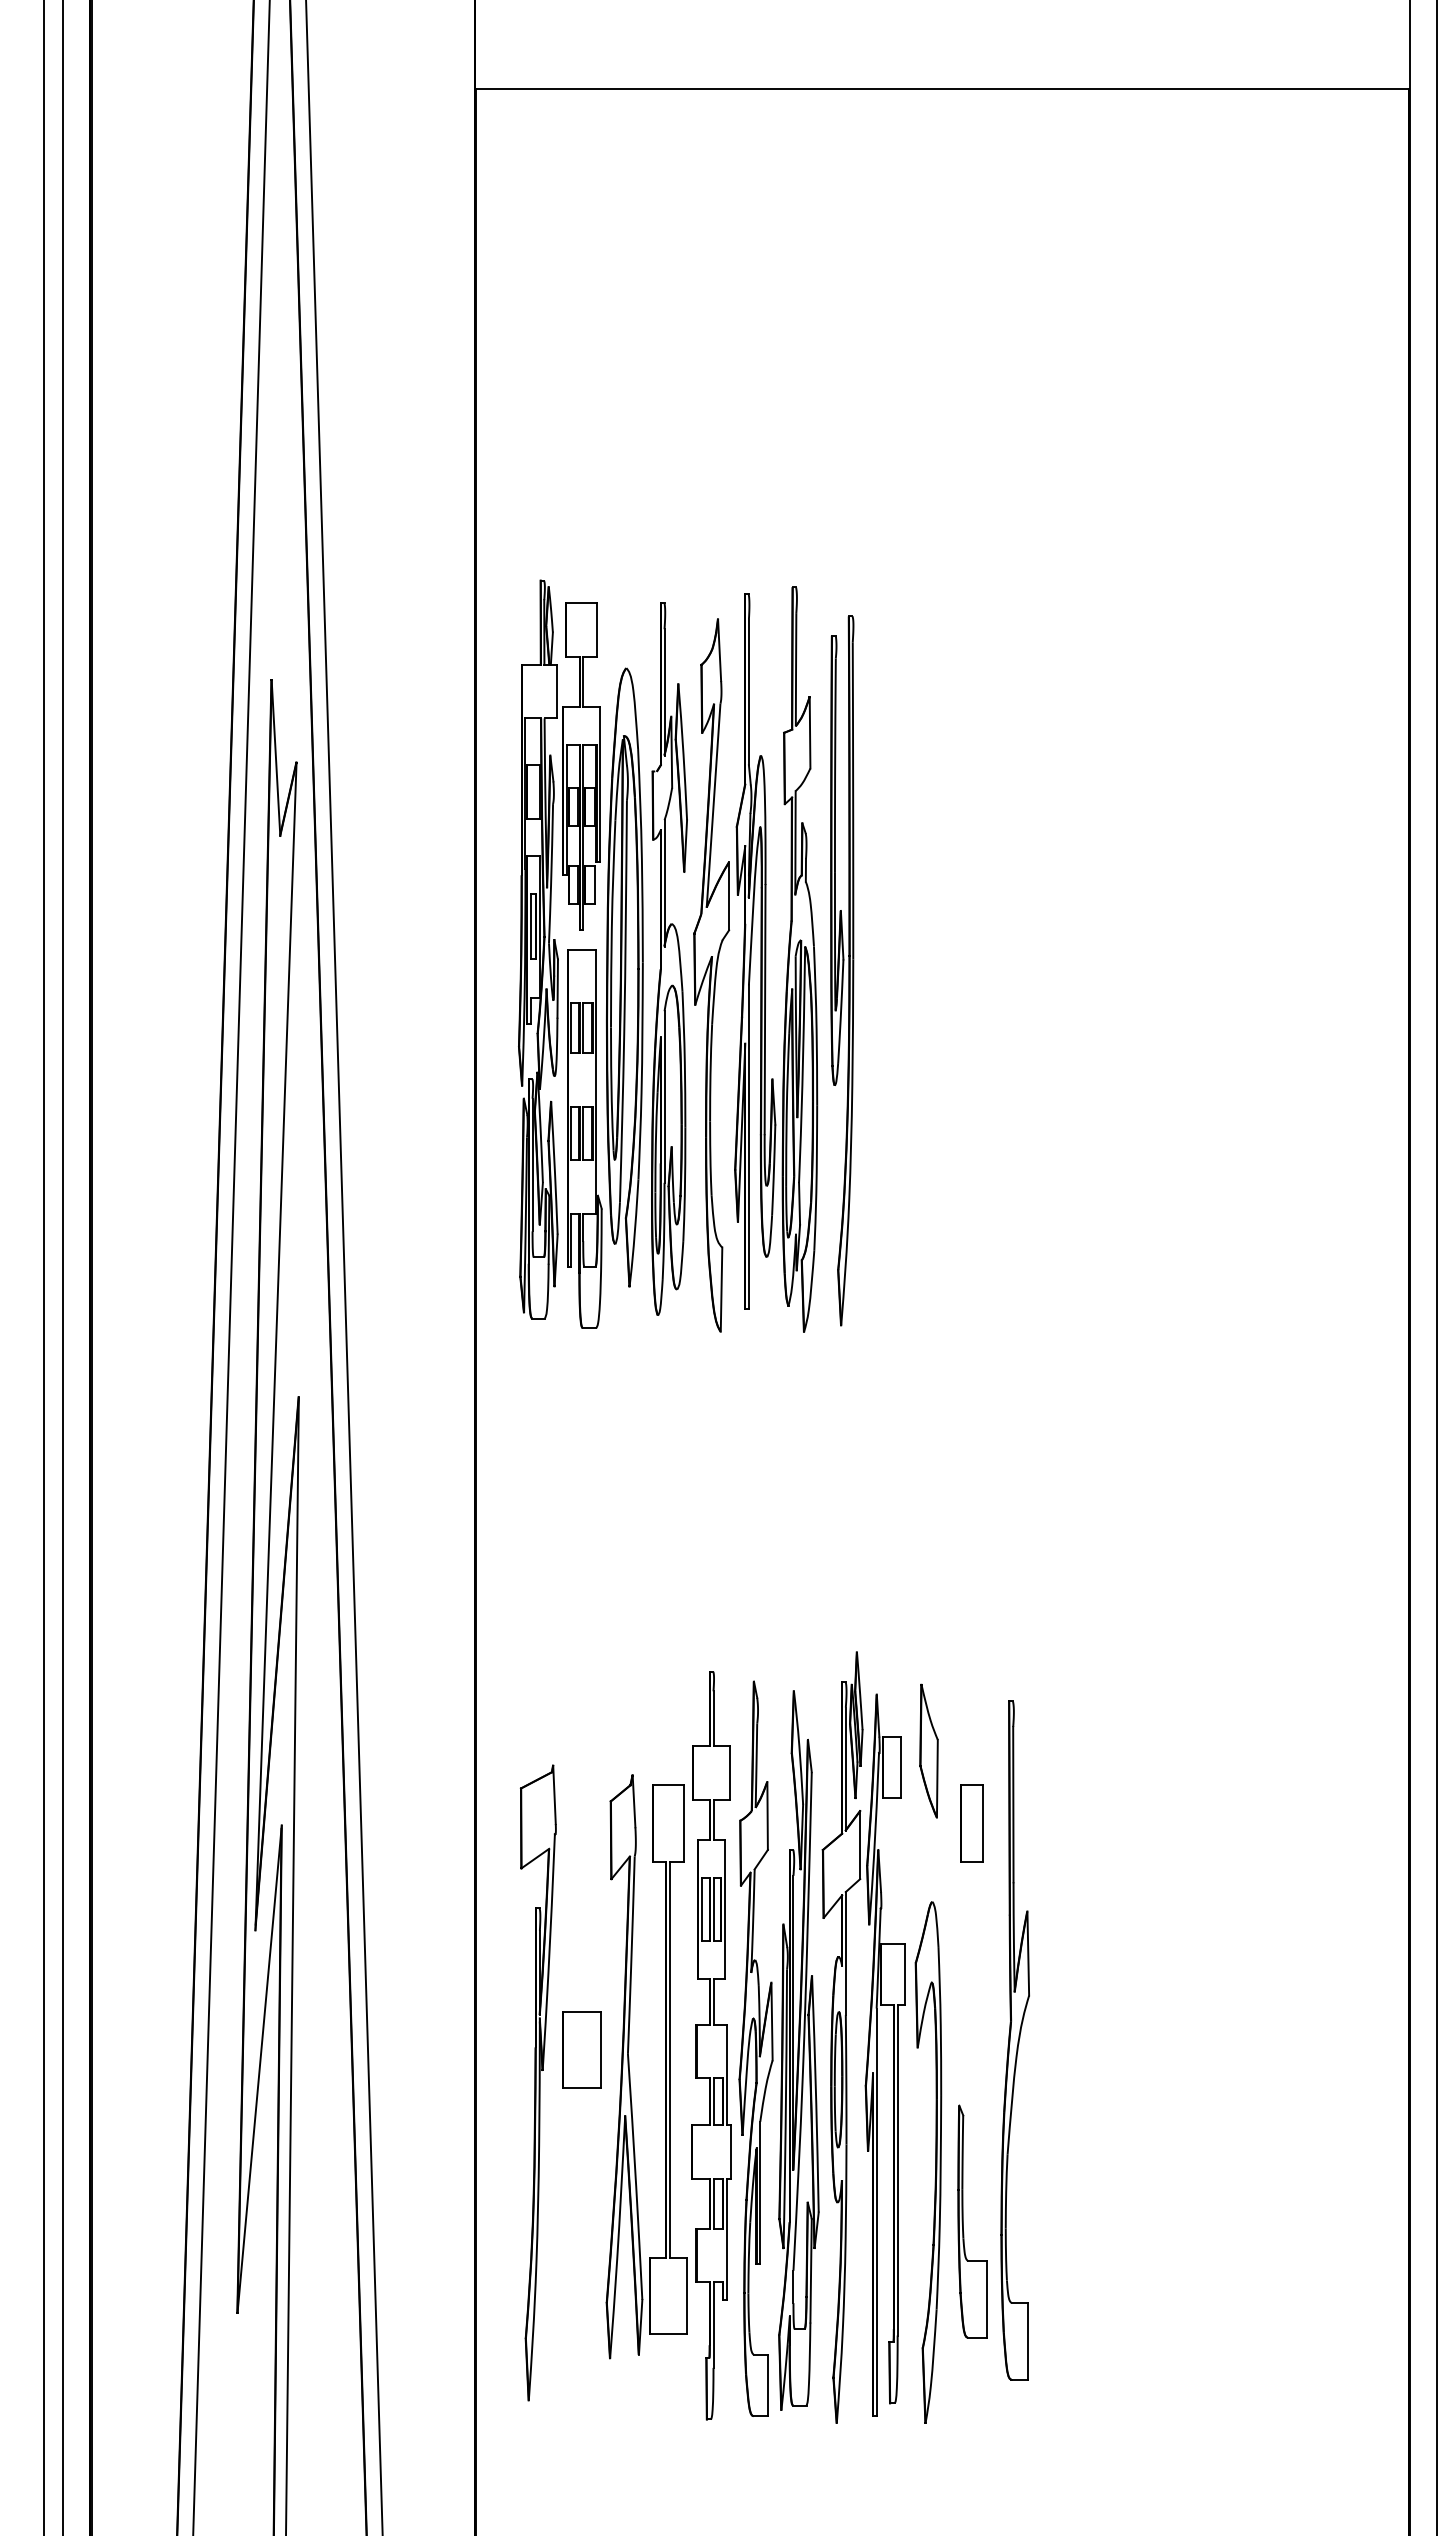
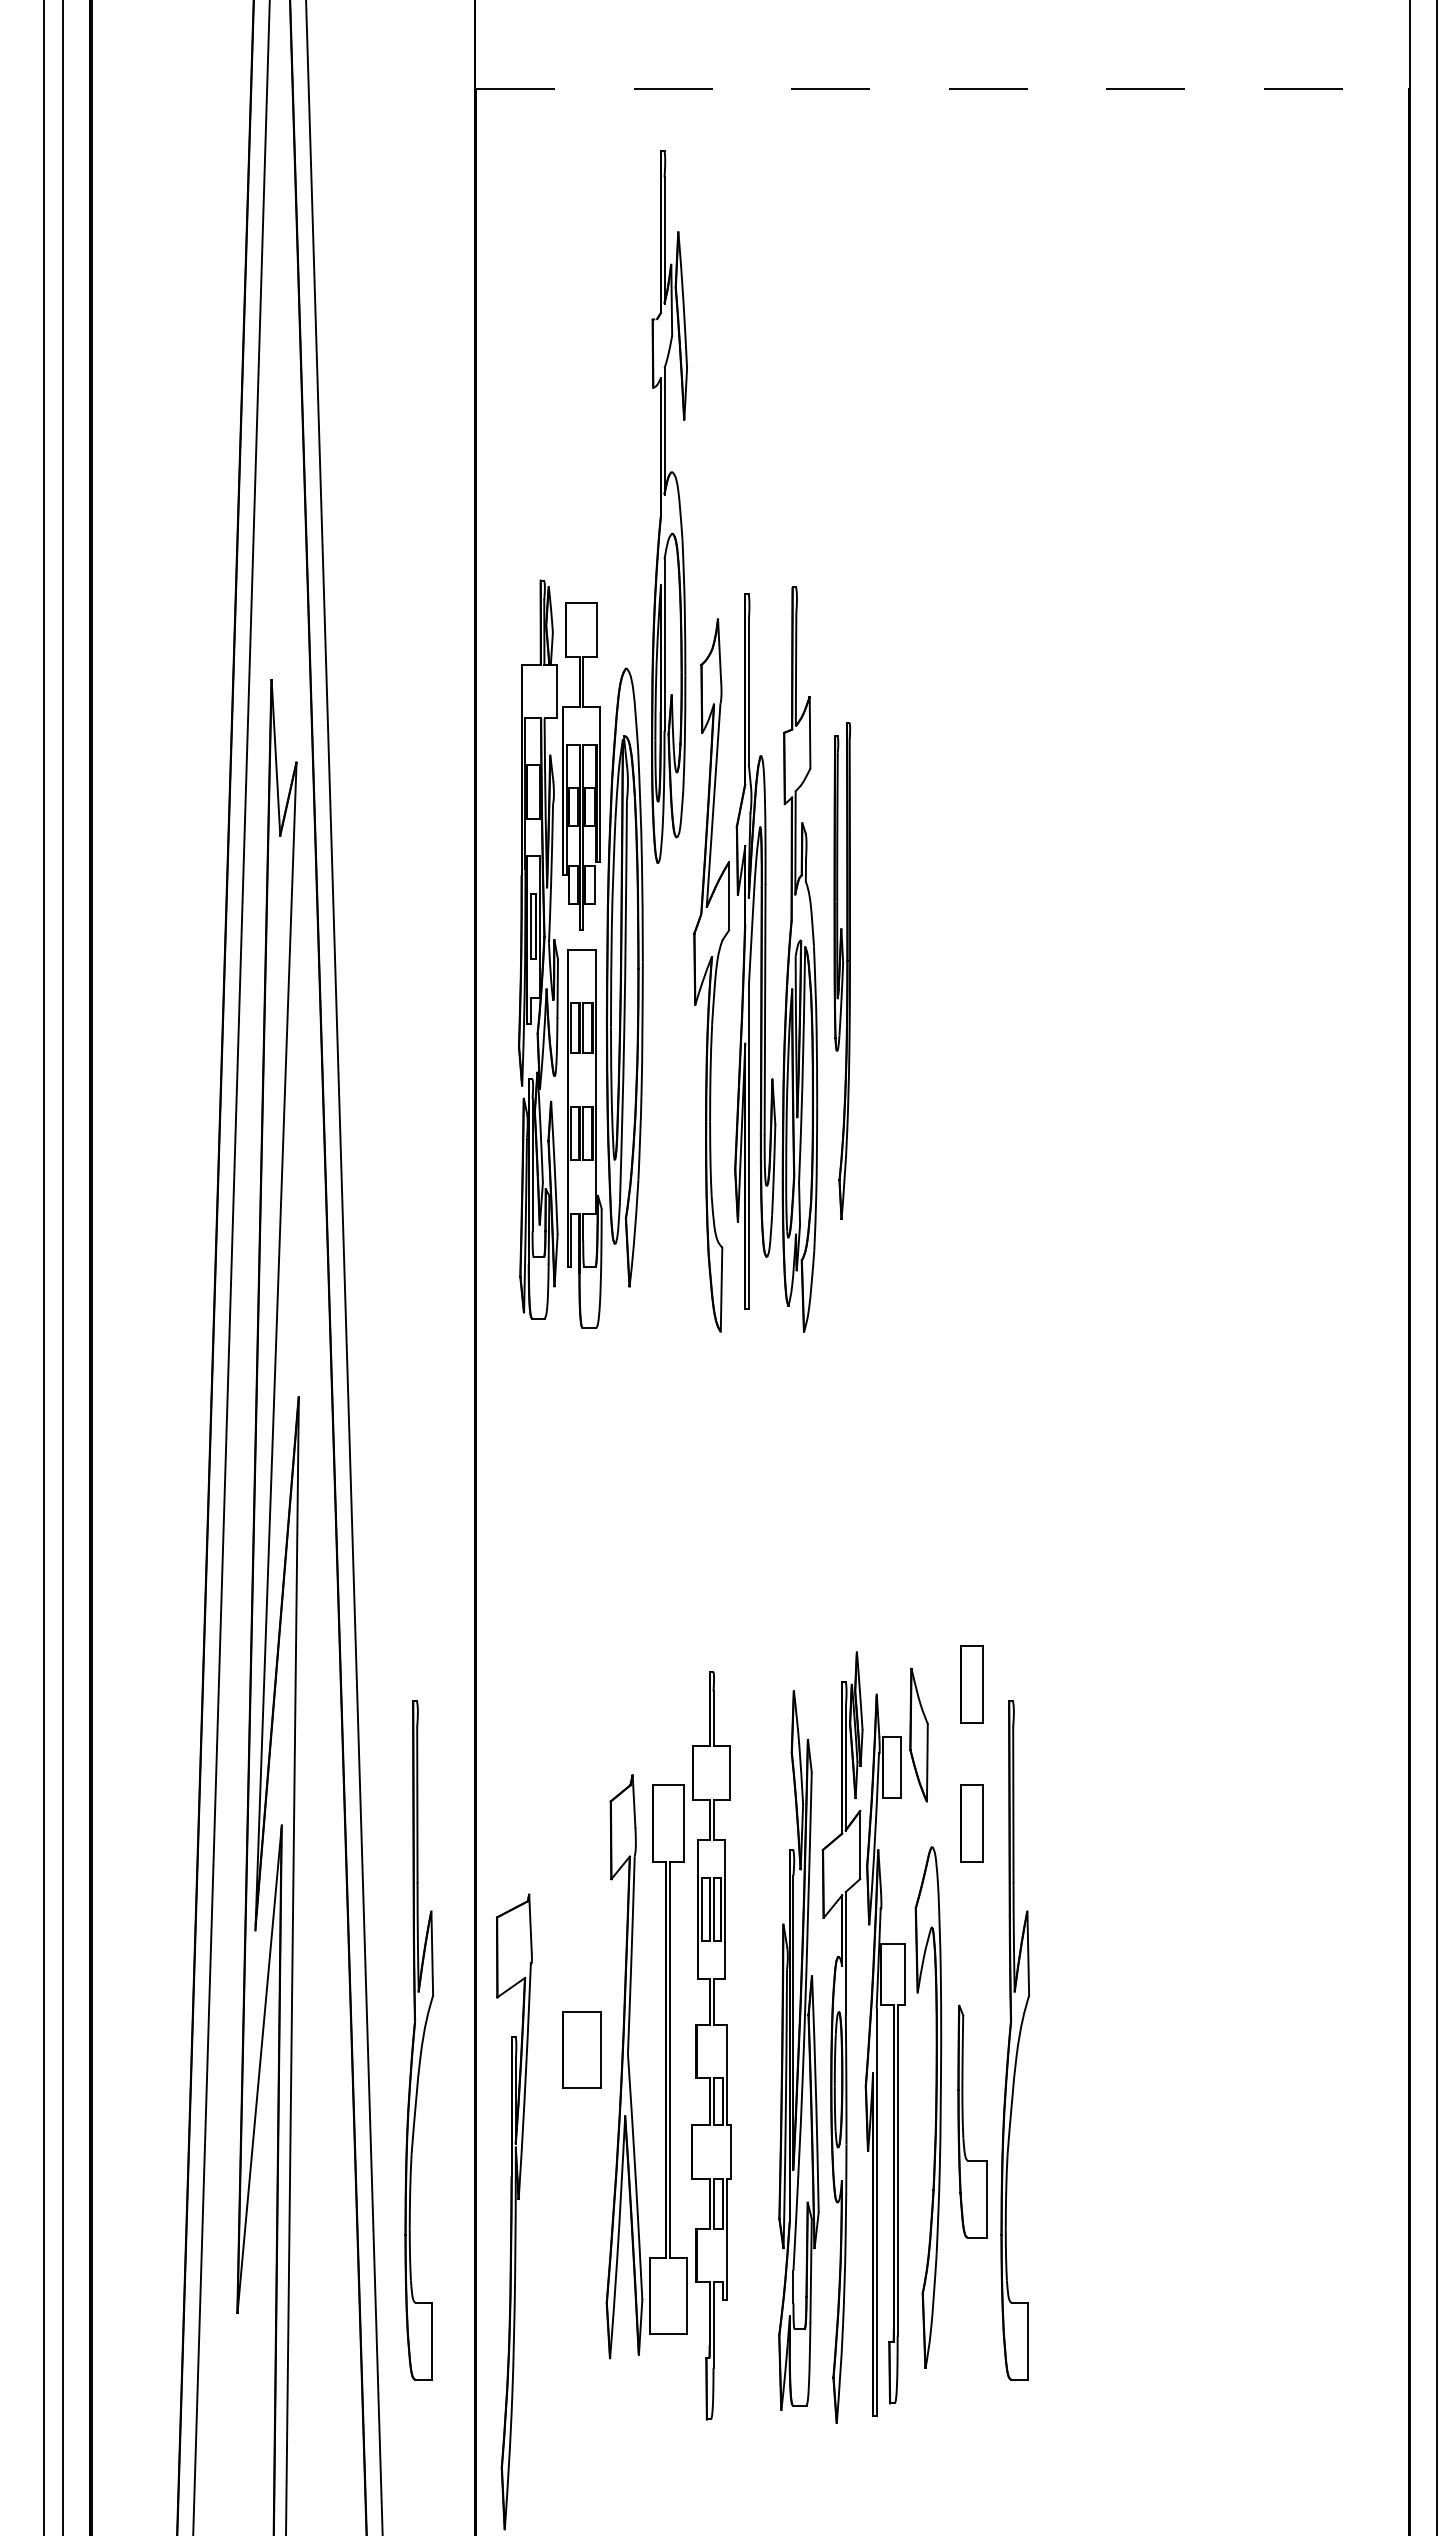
line at (943, 89): solid -> dashed
part at (669, 958) position: (669, 958) -> (669, 506)
part at (842, 970) size: 25x712 px -> 19x498 px
part at (971, 1684): none -> present
part at (928, 1750) position: (928, 1750) -> (918, 1734)
part at (418, 2040): none -> present
part at (755, 2048): present -> none
part at (537, 2082) position: (537, 2082) -> (513, 2211)
part at (935, 2162) position: (935, 2162) -> (935, 2107)
part at (963, 2221) position: (963, 2221) -> (963, 2121)
